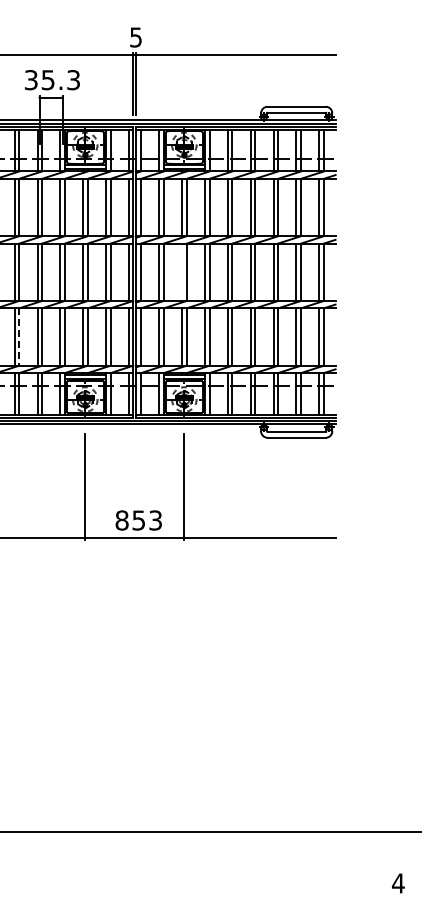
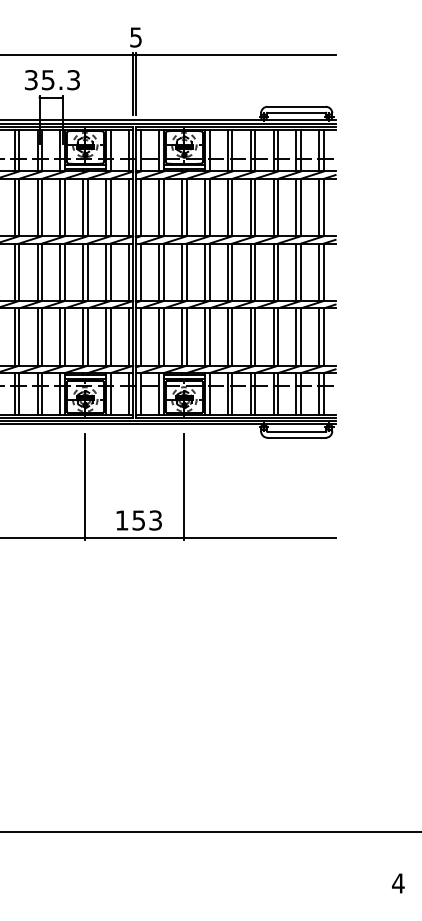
line at (182, 271): none -> present
line at (19, 337): dashed -> solid
text at (121, 520): 853 -> 153
